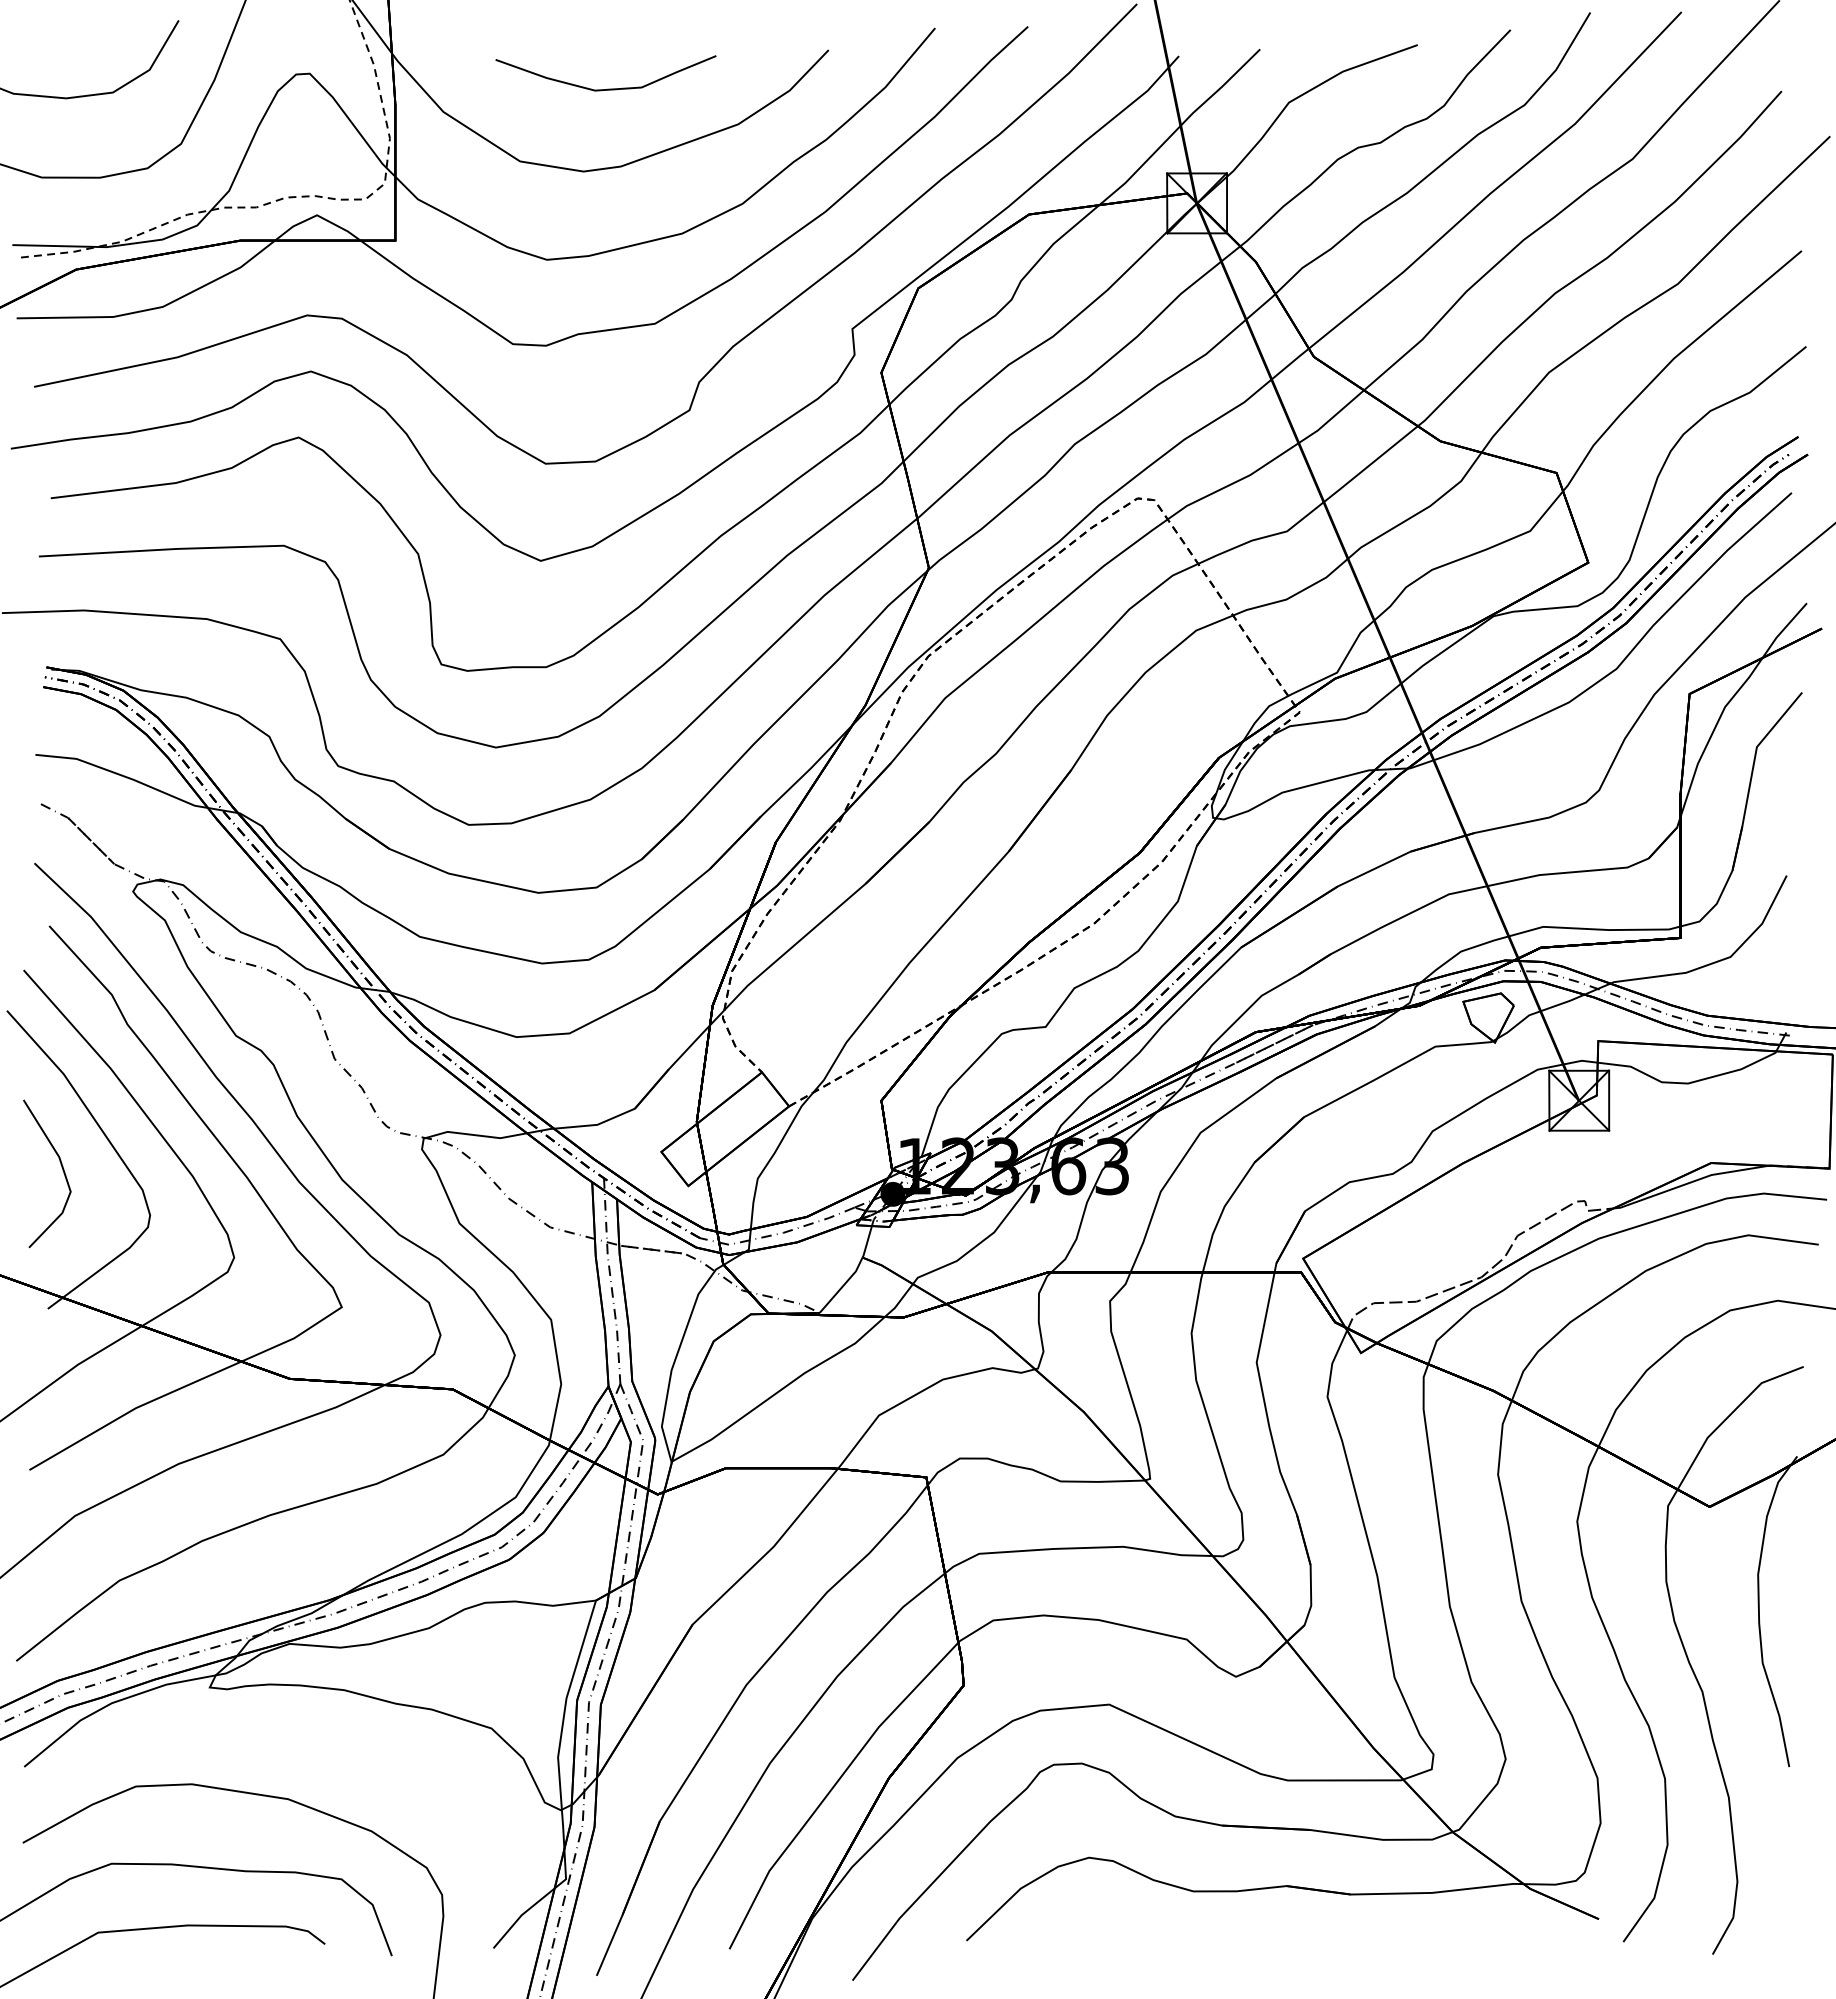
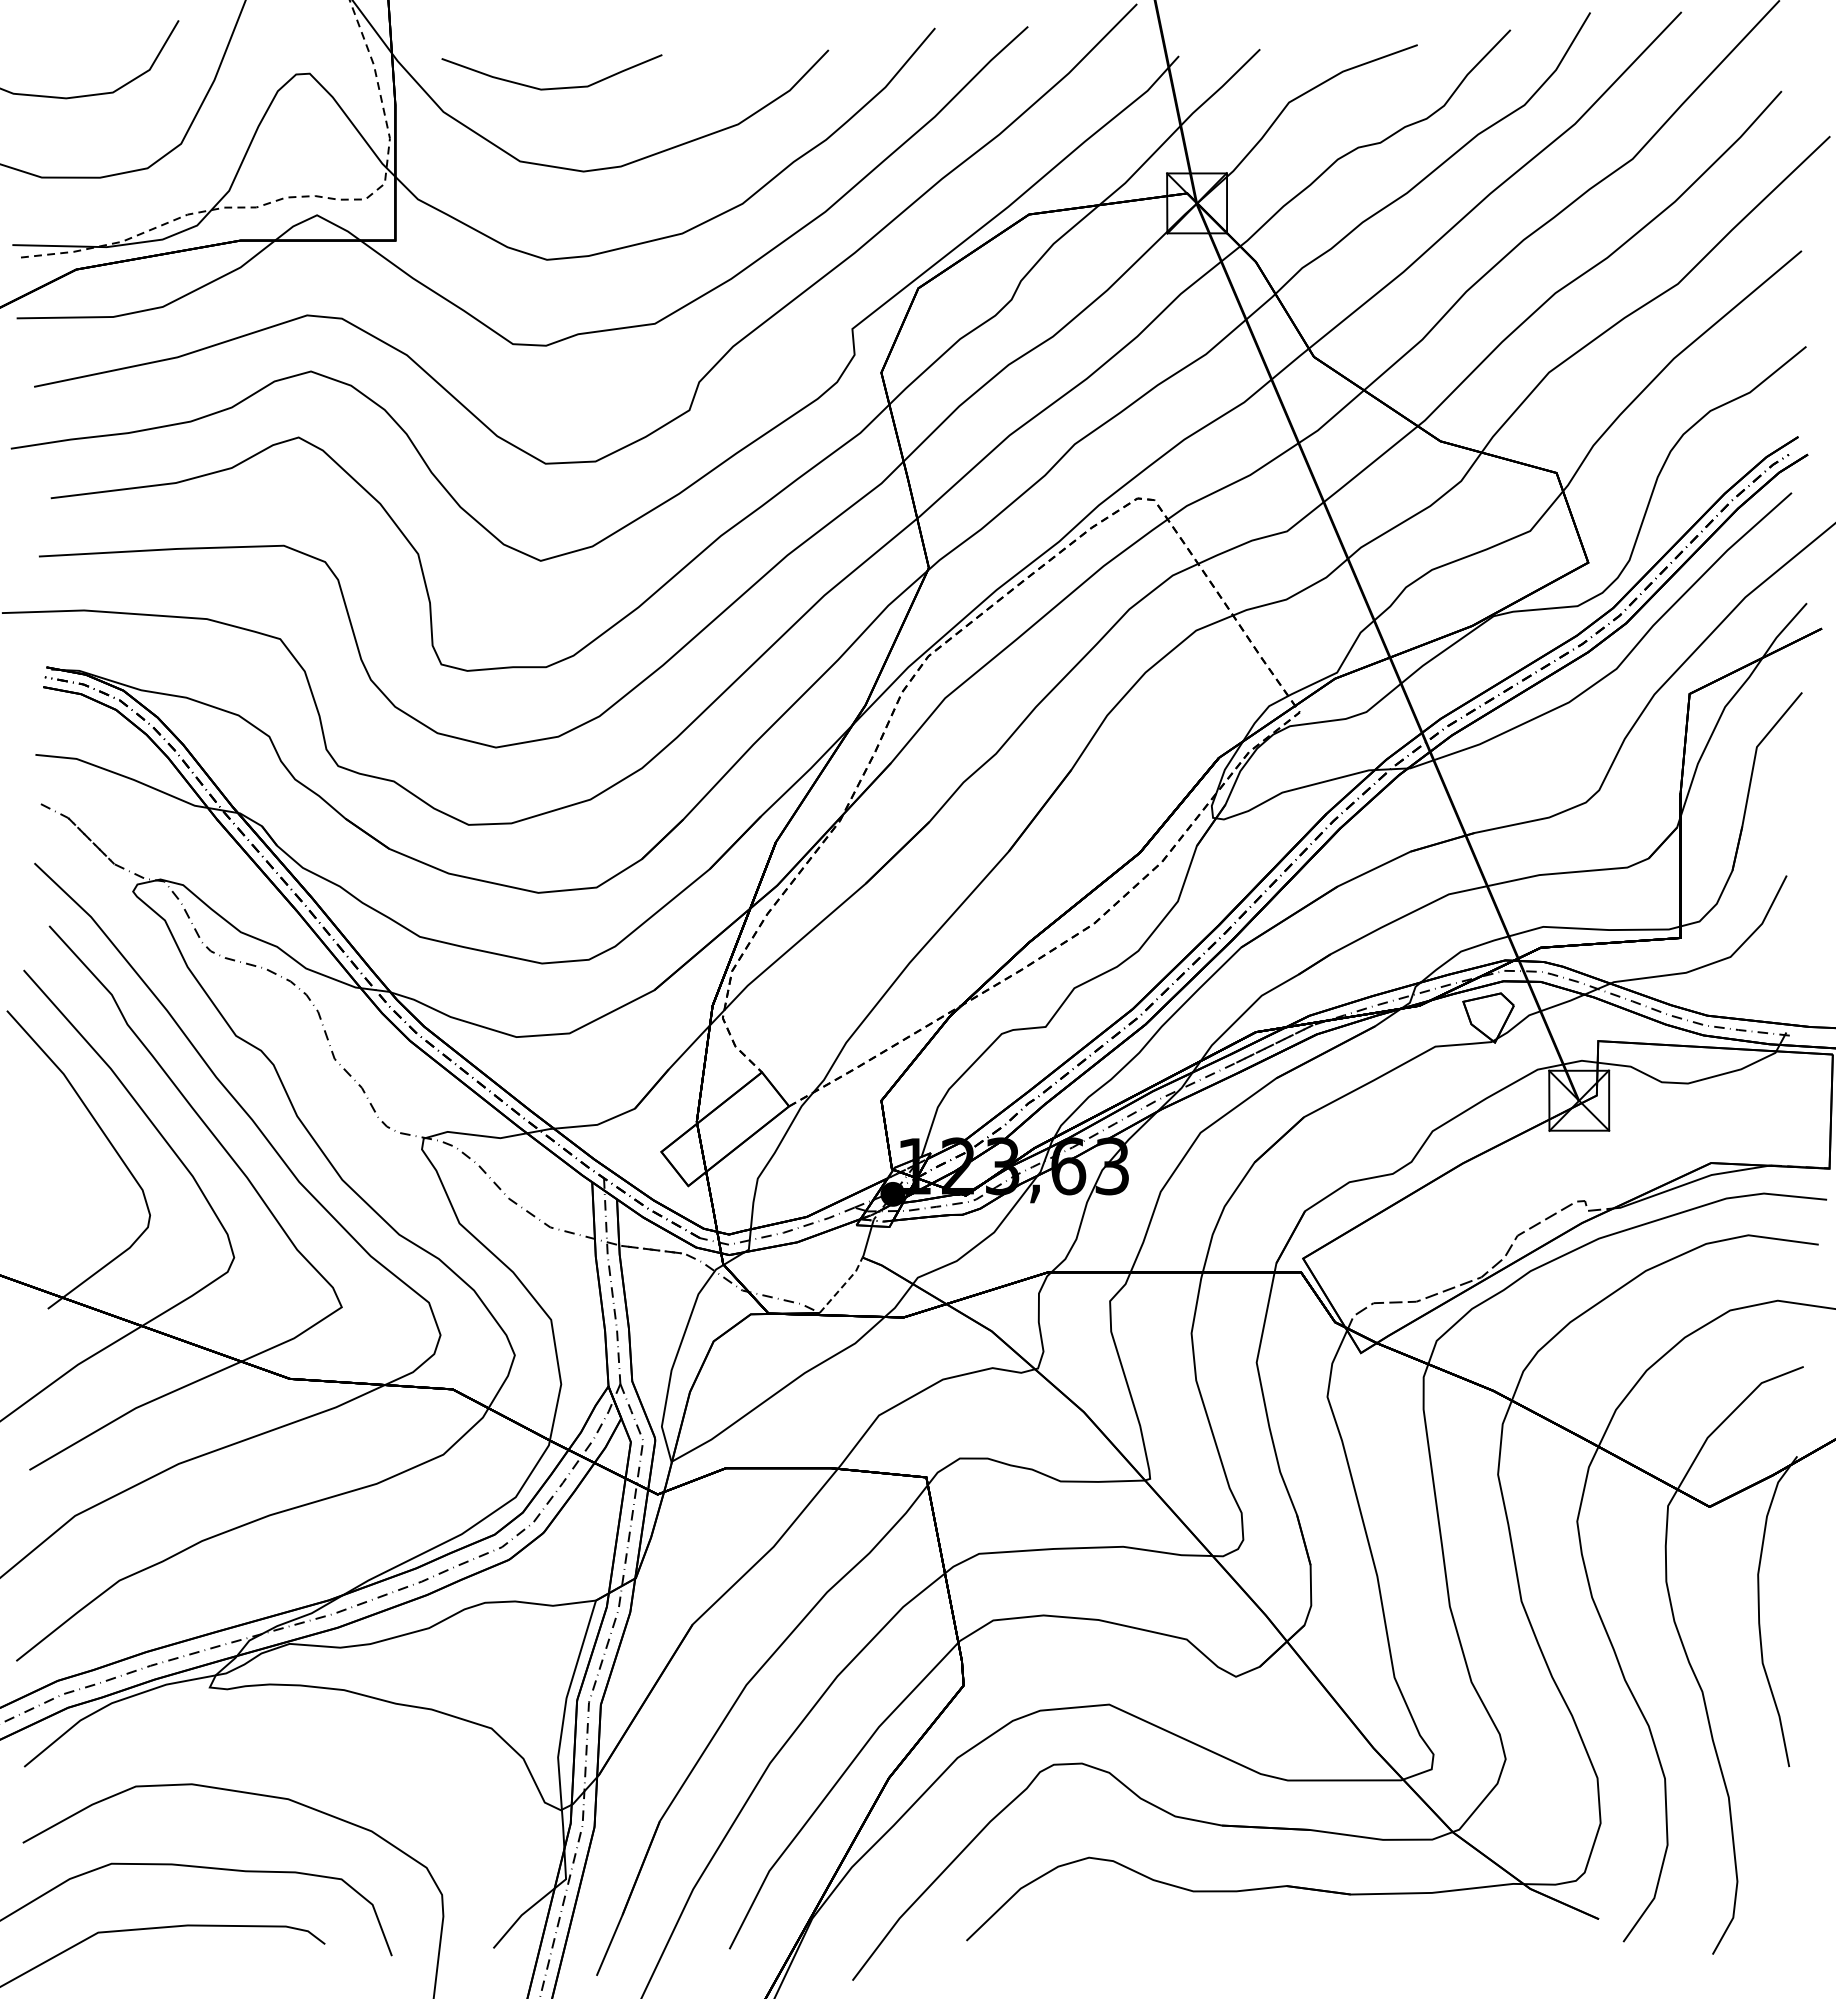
curve at (607, 88) position: (607, 88) -> (553, 87)
line at (61, 1167): present -> none
line at (843, 1285): solid -> dashed
